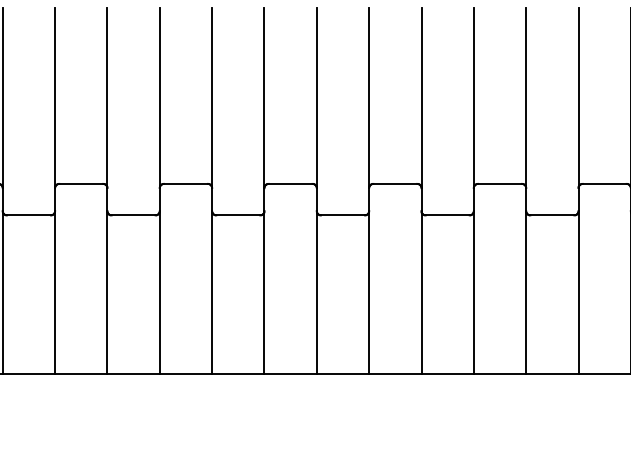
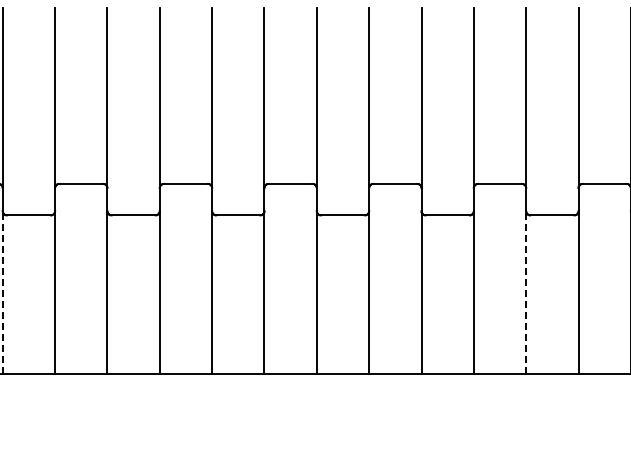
line at (2, 292): solid -> dashed
line at (526, 292): solid -> dashed
